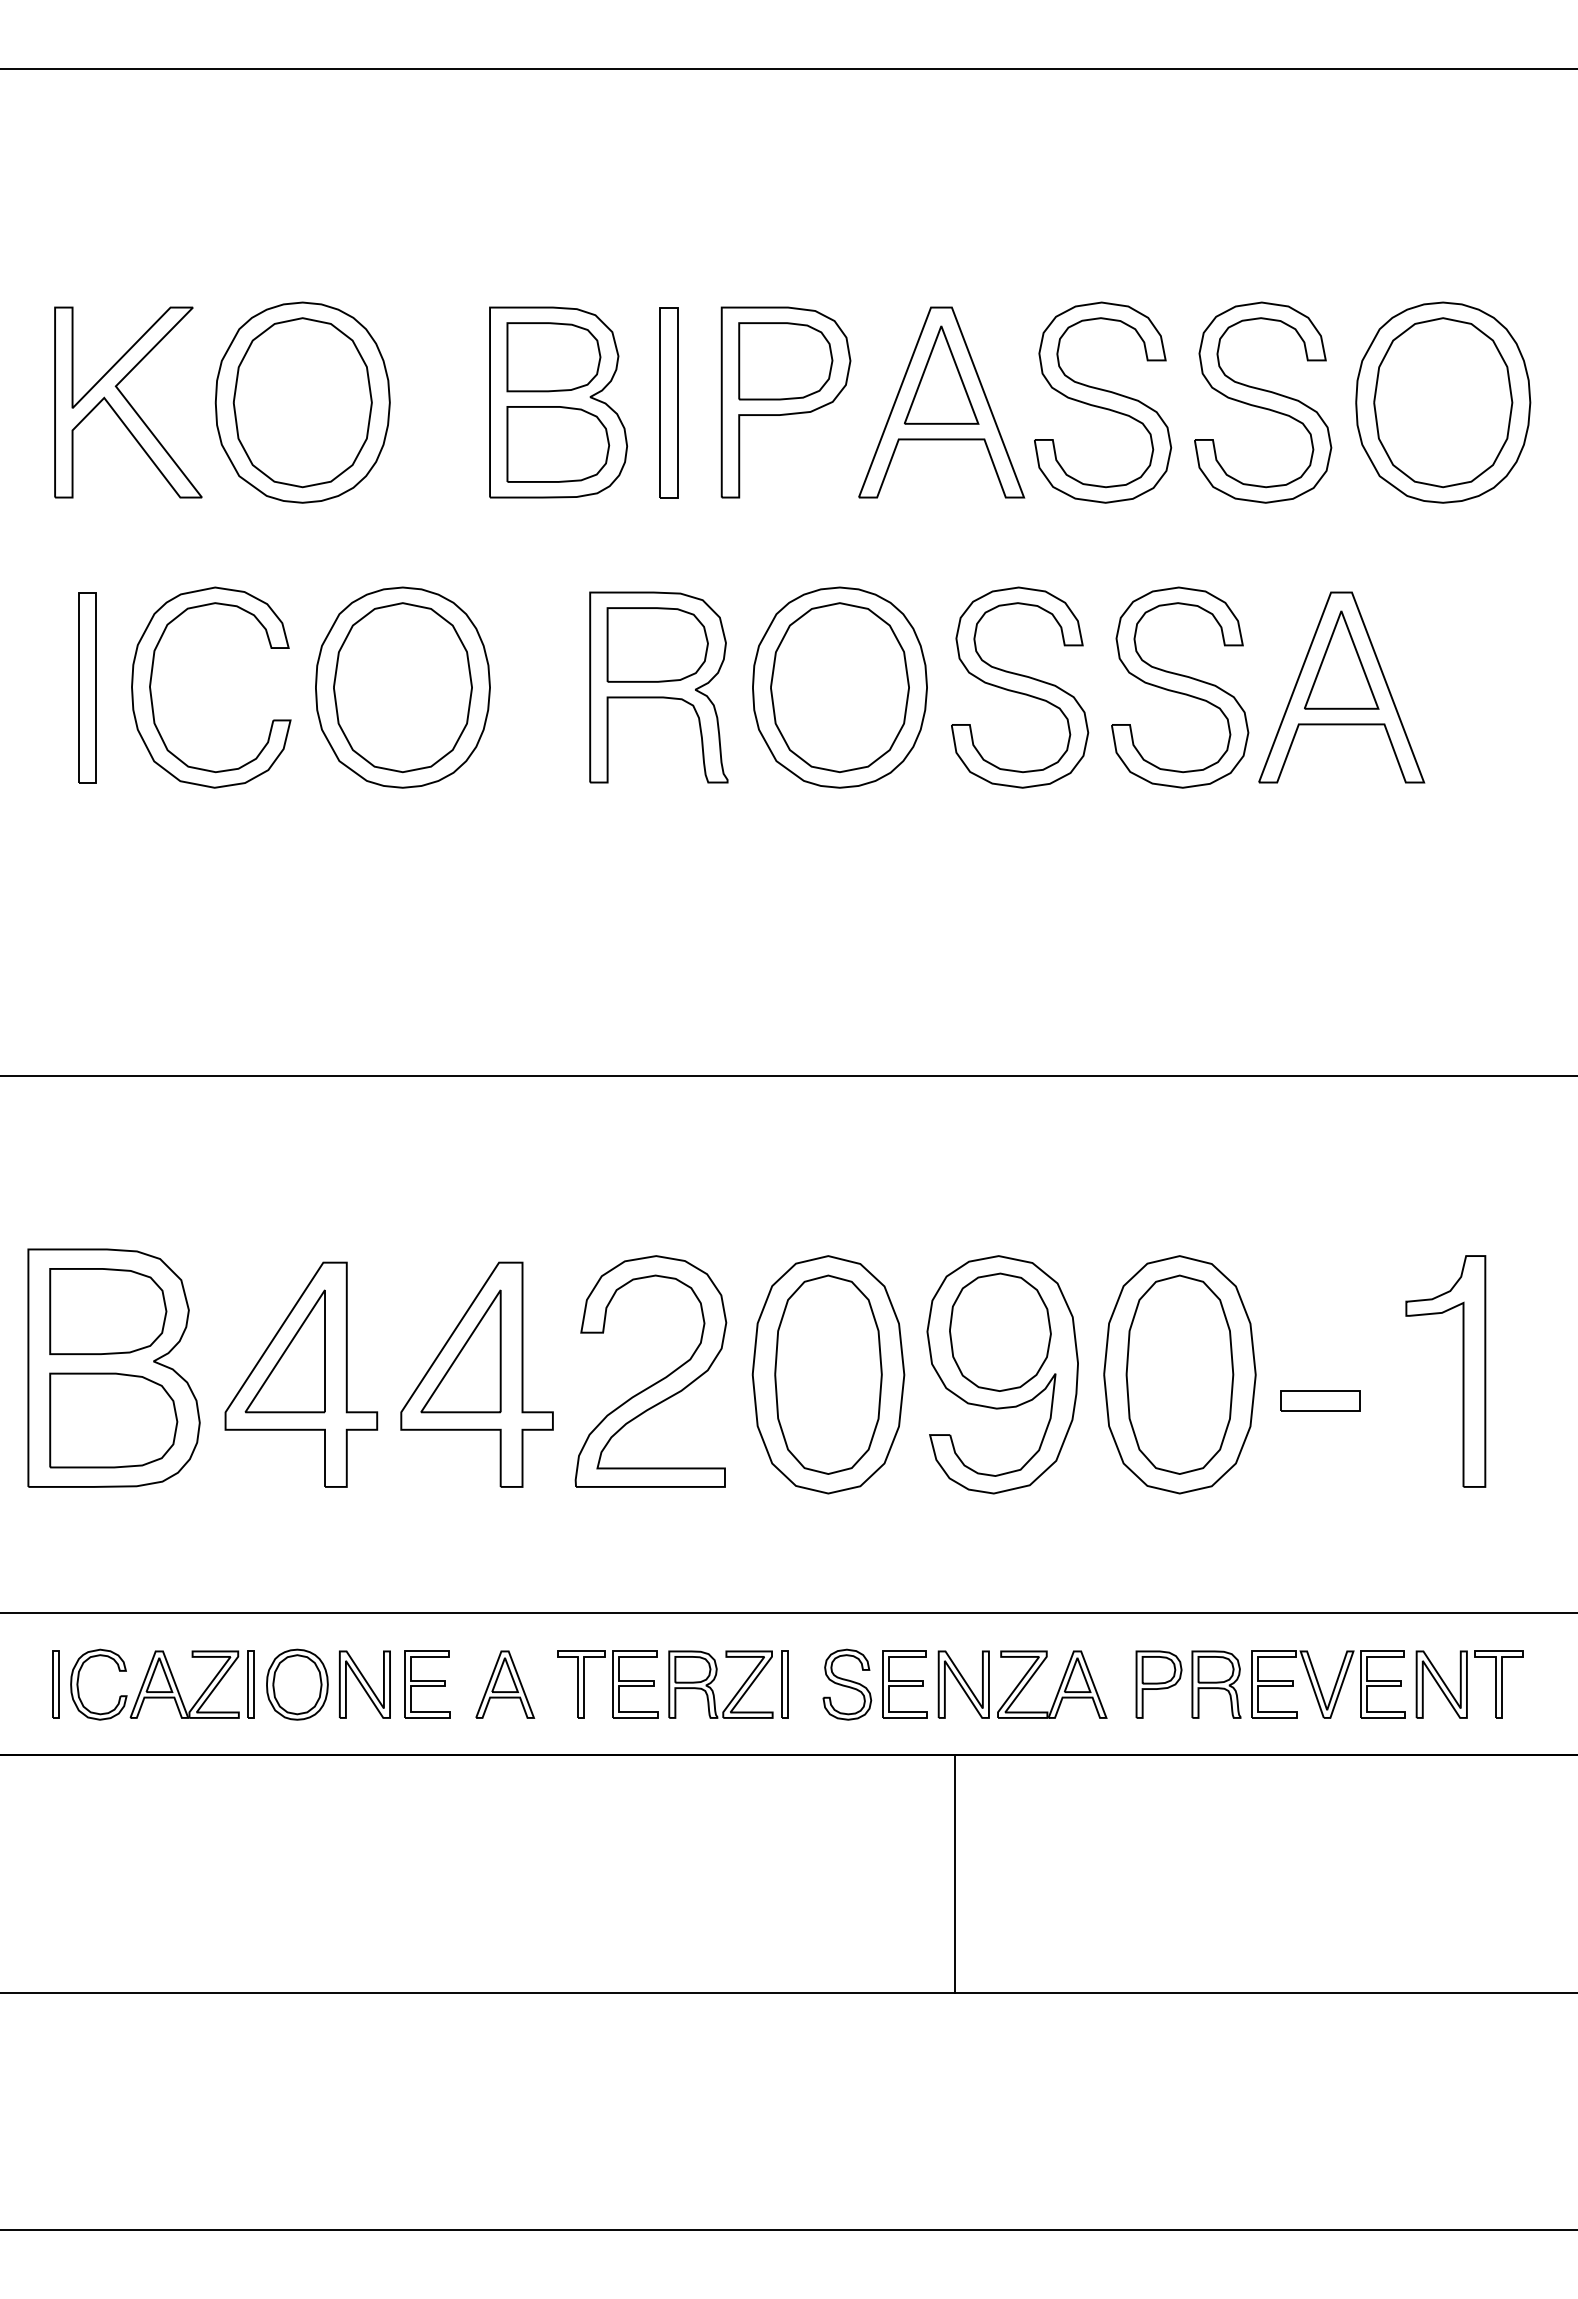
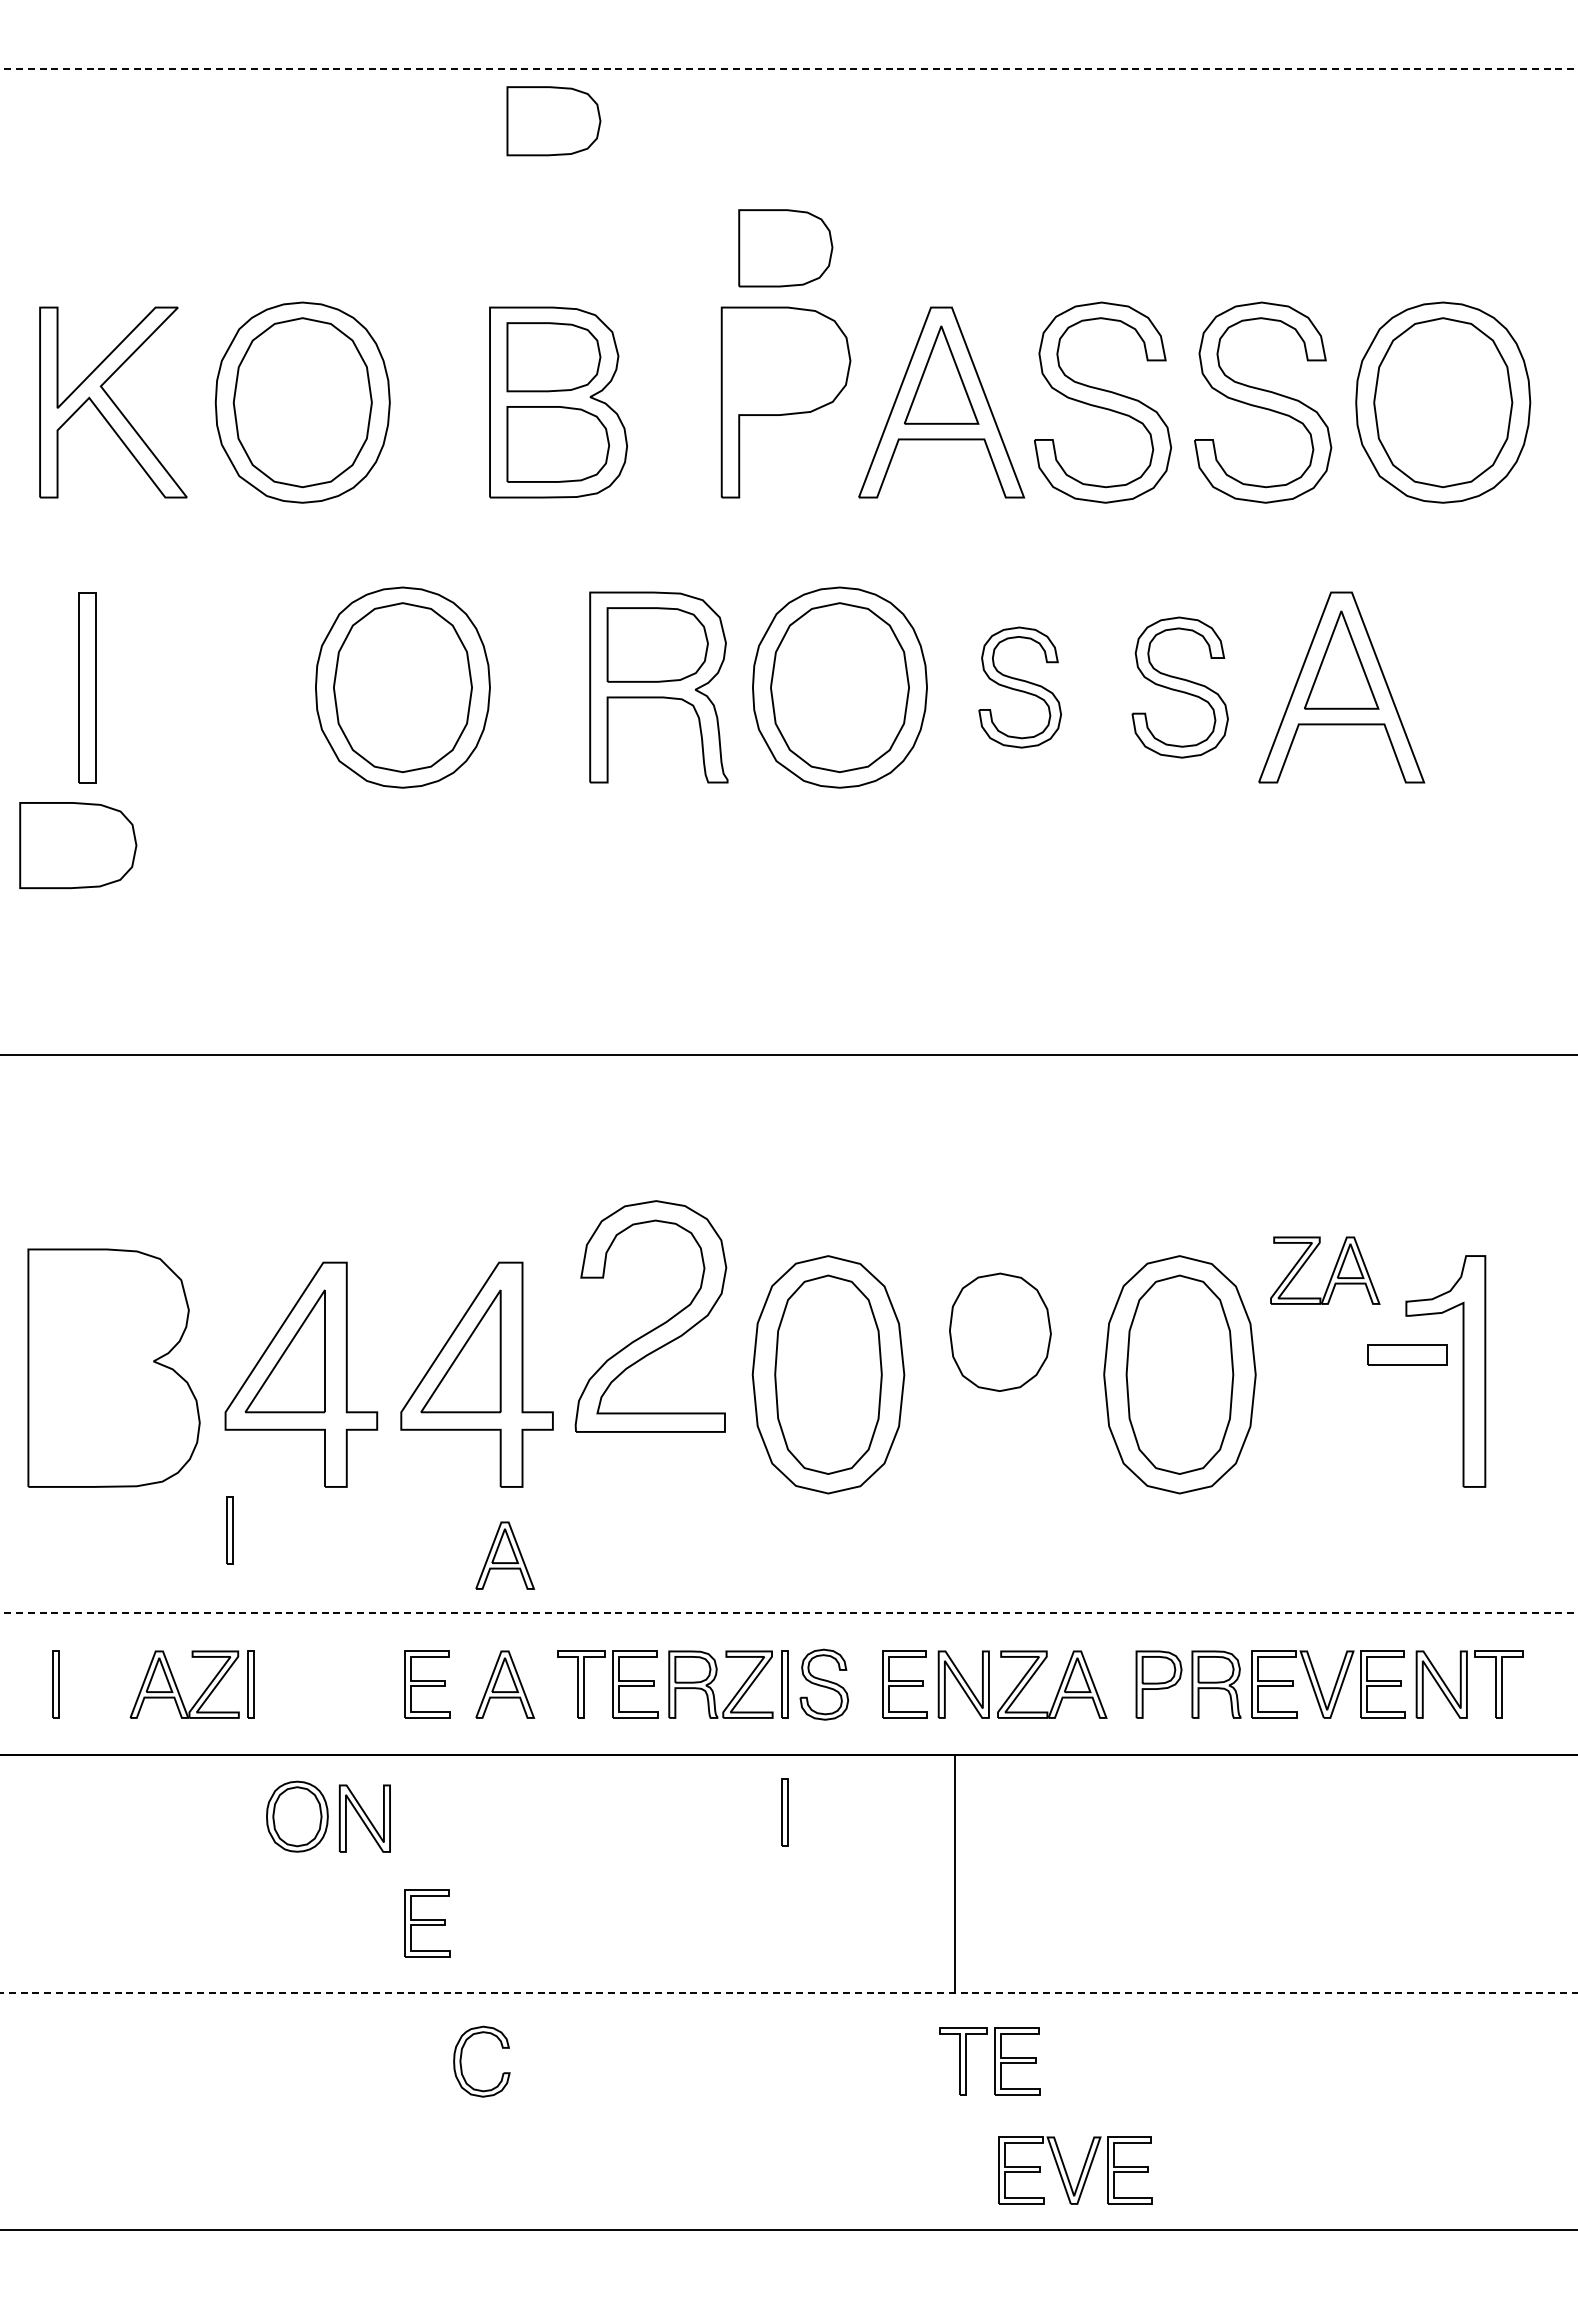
line at (789, 68): solid -> dashed
part at (553, 121): none -> present
part at (785, 361) position: (785, 361) -> (785, 248)
part at (128, 402) position: (128, 402) -> (113, 402)
part at (668, 402): present -> none
part at (1020, 687) size: 139x203 px -> 84x123 px
part at (1180, 687) size: 139x203 px -> 98x143 px
part at (152, 696): present -> none
line at (788, 1075) position: (788, 1075) -> (788, 1054)
part at (1331, 1274): none -> present
part at (108, 1311) position: (108, 1311) -> (78, 845)
part at (1002, 1374): present -> none
part at (658, 1380) position: (658, 1380) -> (658, 1325)
part at (1320, 1400) position: (1320, 1400) -> (1407, 1354)
part at (113, 1420): present -> none
part at (229, 1530): none -> present
part at (505, 1555): none -> present
line at (789, 1612): solid -> dashed
part at (78, 1684) position: (78, 1684) -> (461, 2061)
part at (297, 1684) position: (297, 1684) -> (297, 1816)
part at (364, 1684) position: (364, 1684) -> (364, 1818)
part at (847, 1684) position: (847, 1684) -> (824, 1684)
part at (784, 1812): none -> present
part at (427, 1923): none -> present
line at (789, 1992): solid -> dashed
part at (989, 2061): none -> present
part at (1081, 2171): none -> present
